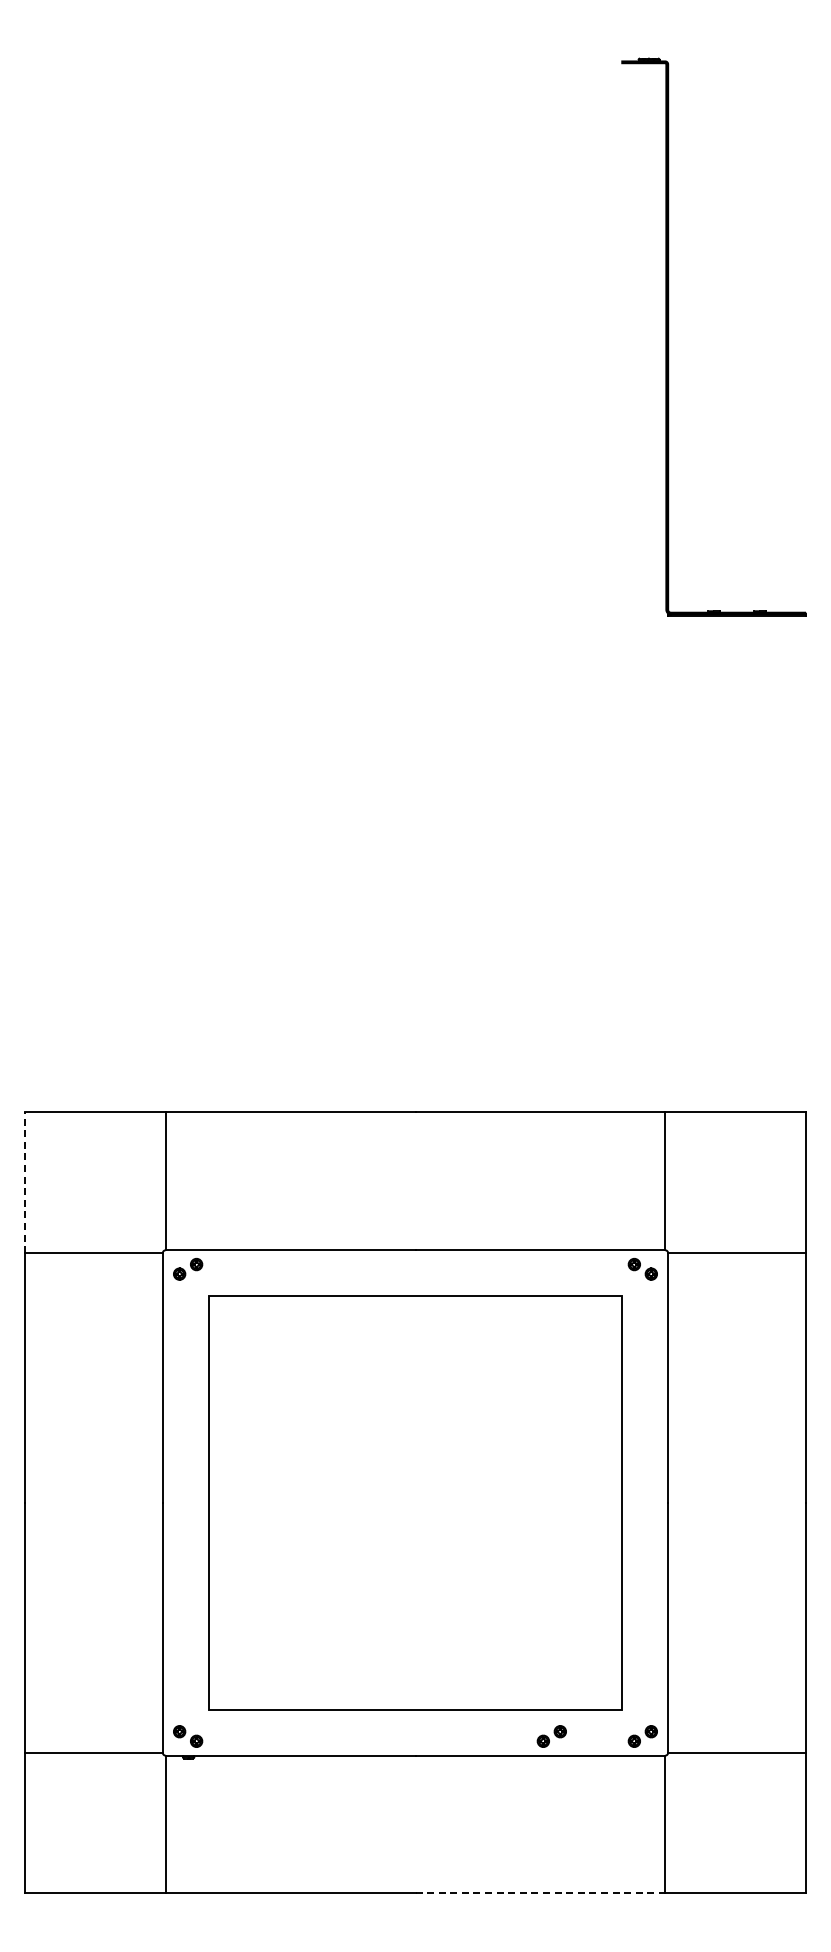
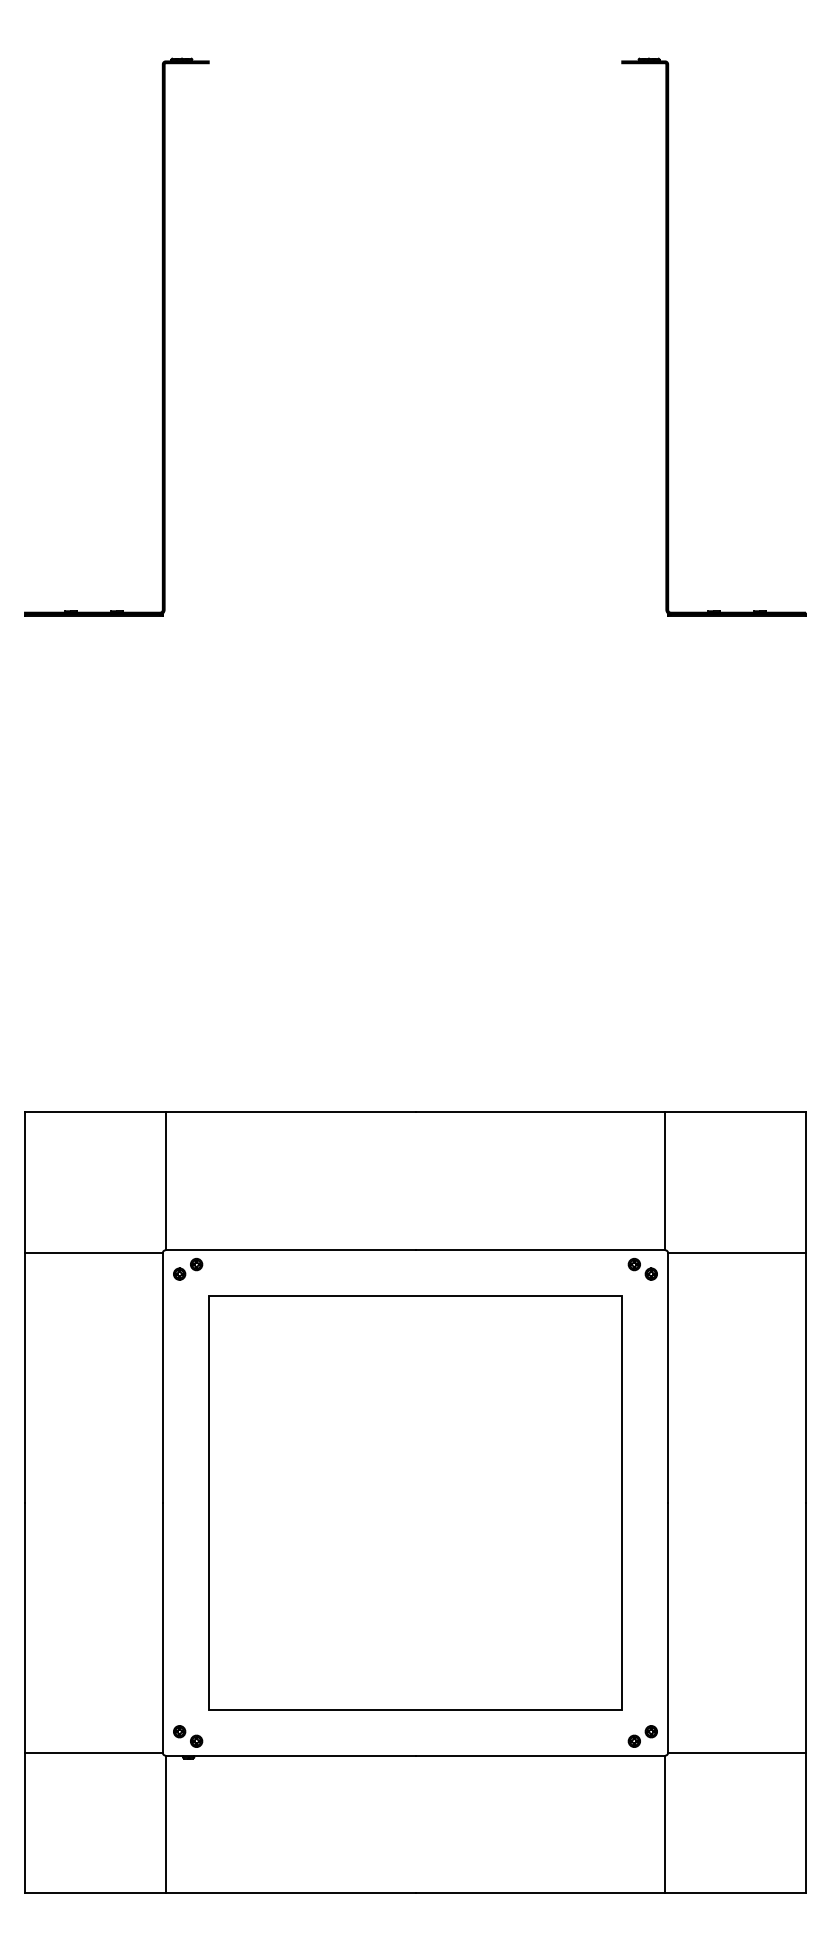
part at (161, 336): none -> present
line at (25, 1182): dashed -> solid
part at (551, 1736): present -> none
line at (540, 1893): dashed -> solid
